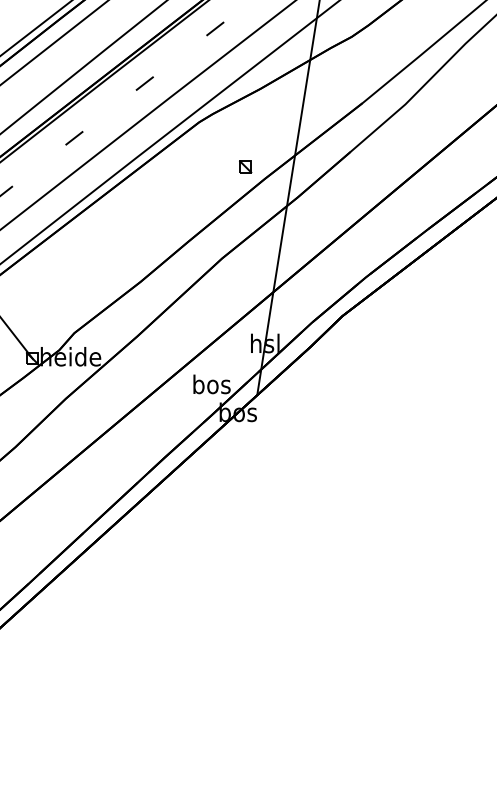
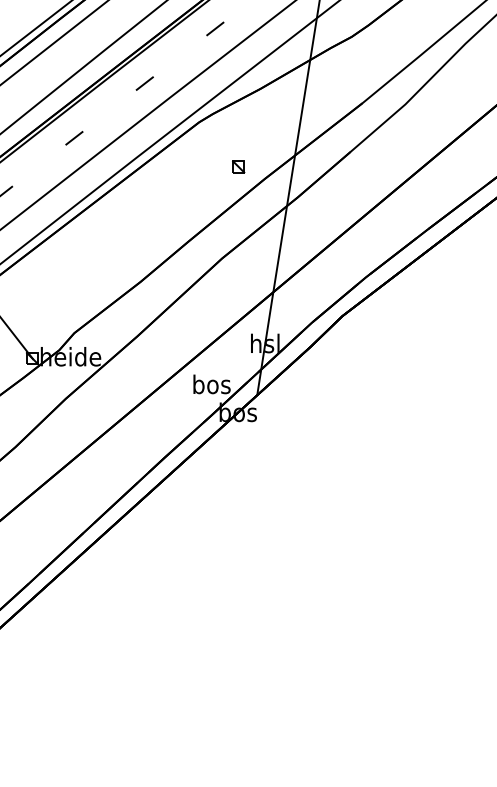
part at (245, 166) position: (245, 166) -> (238, 166)
